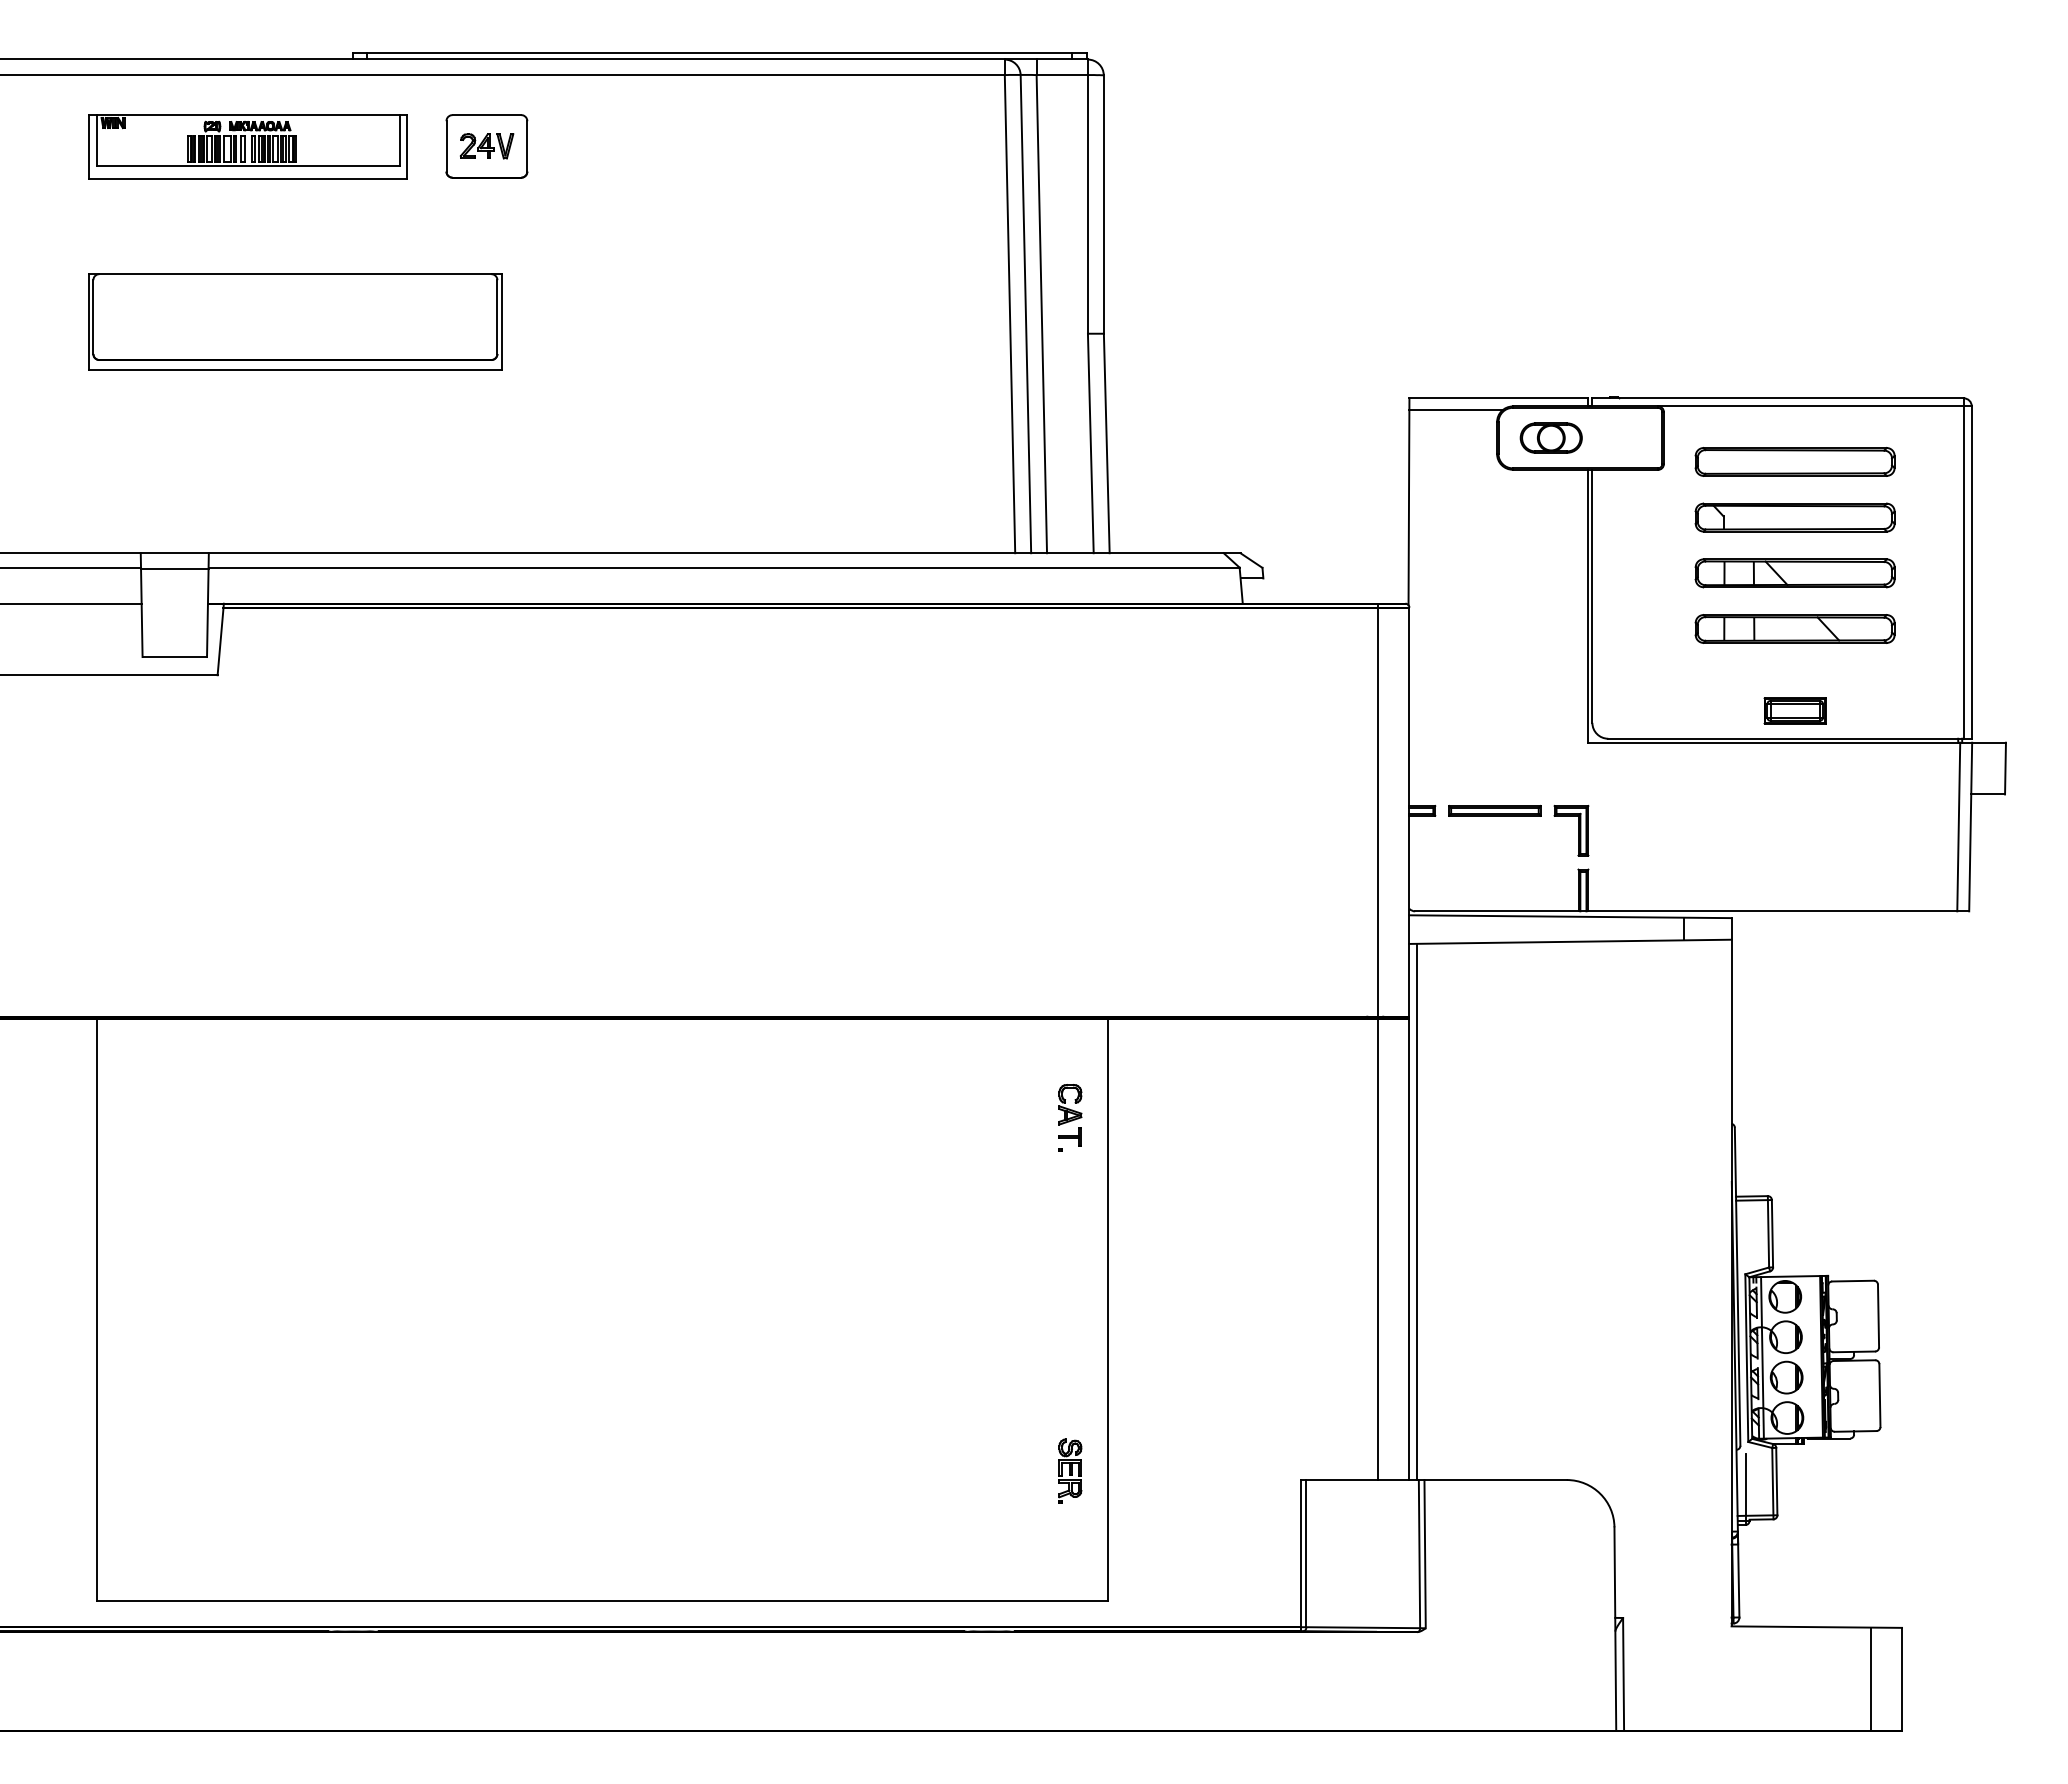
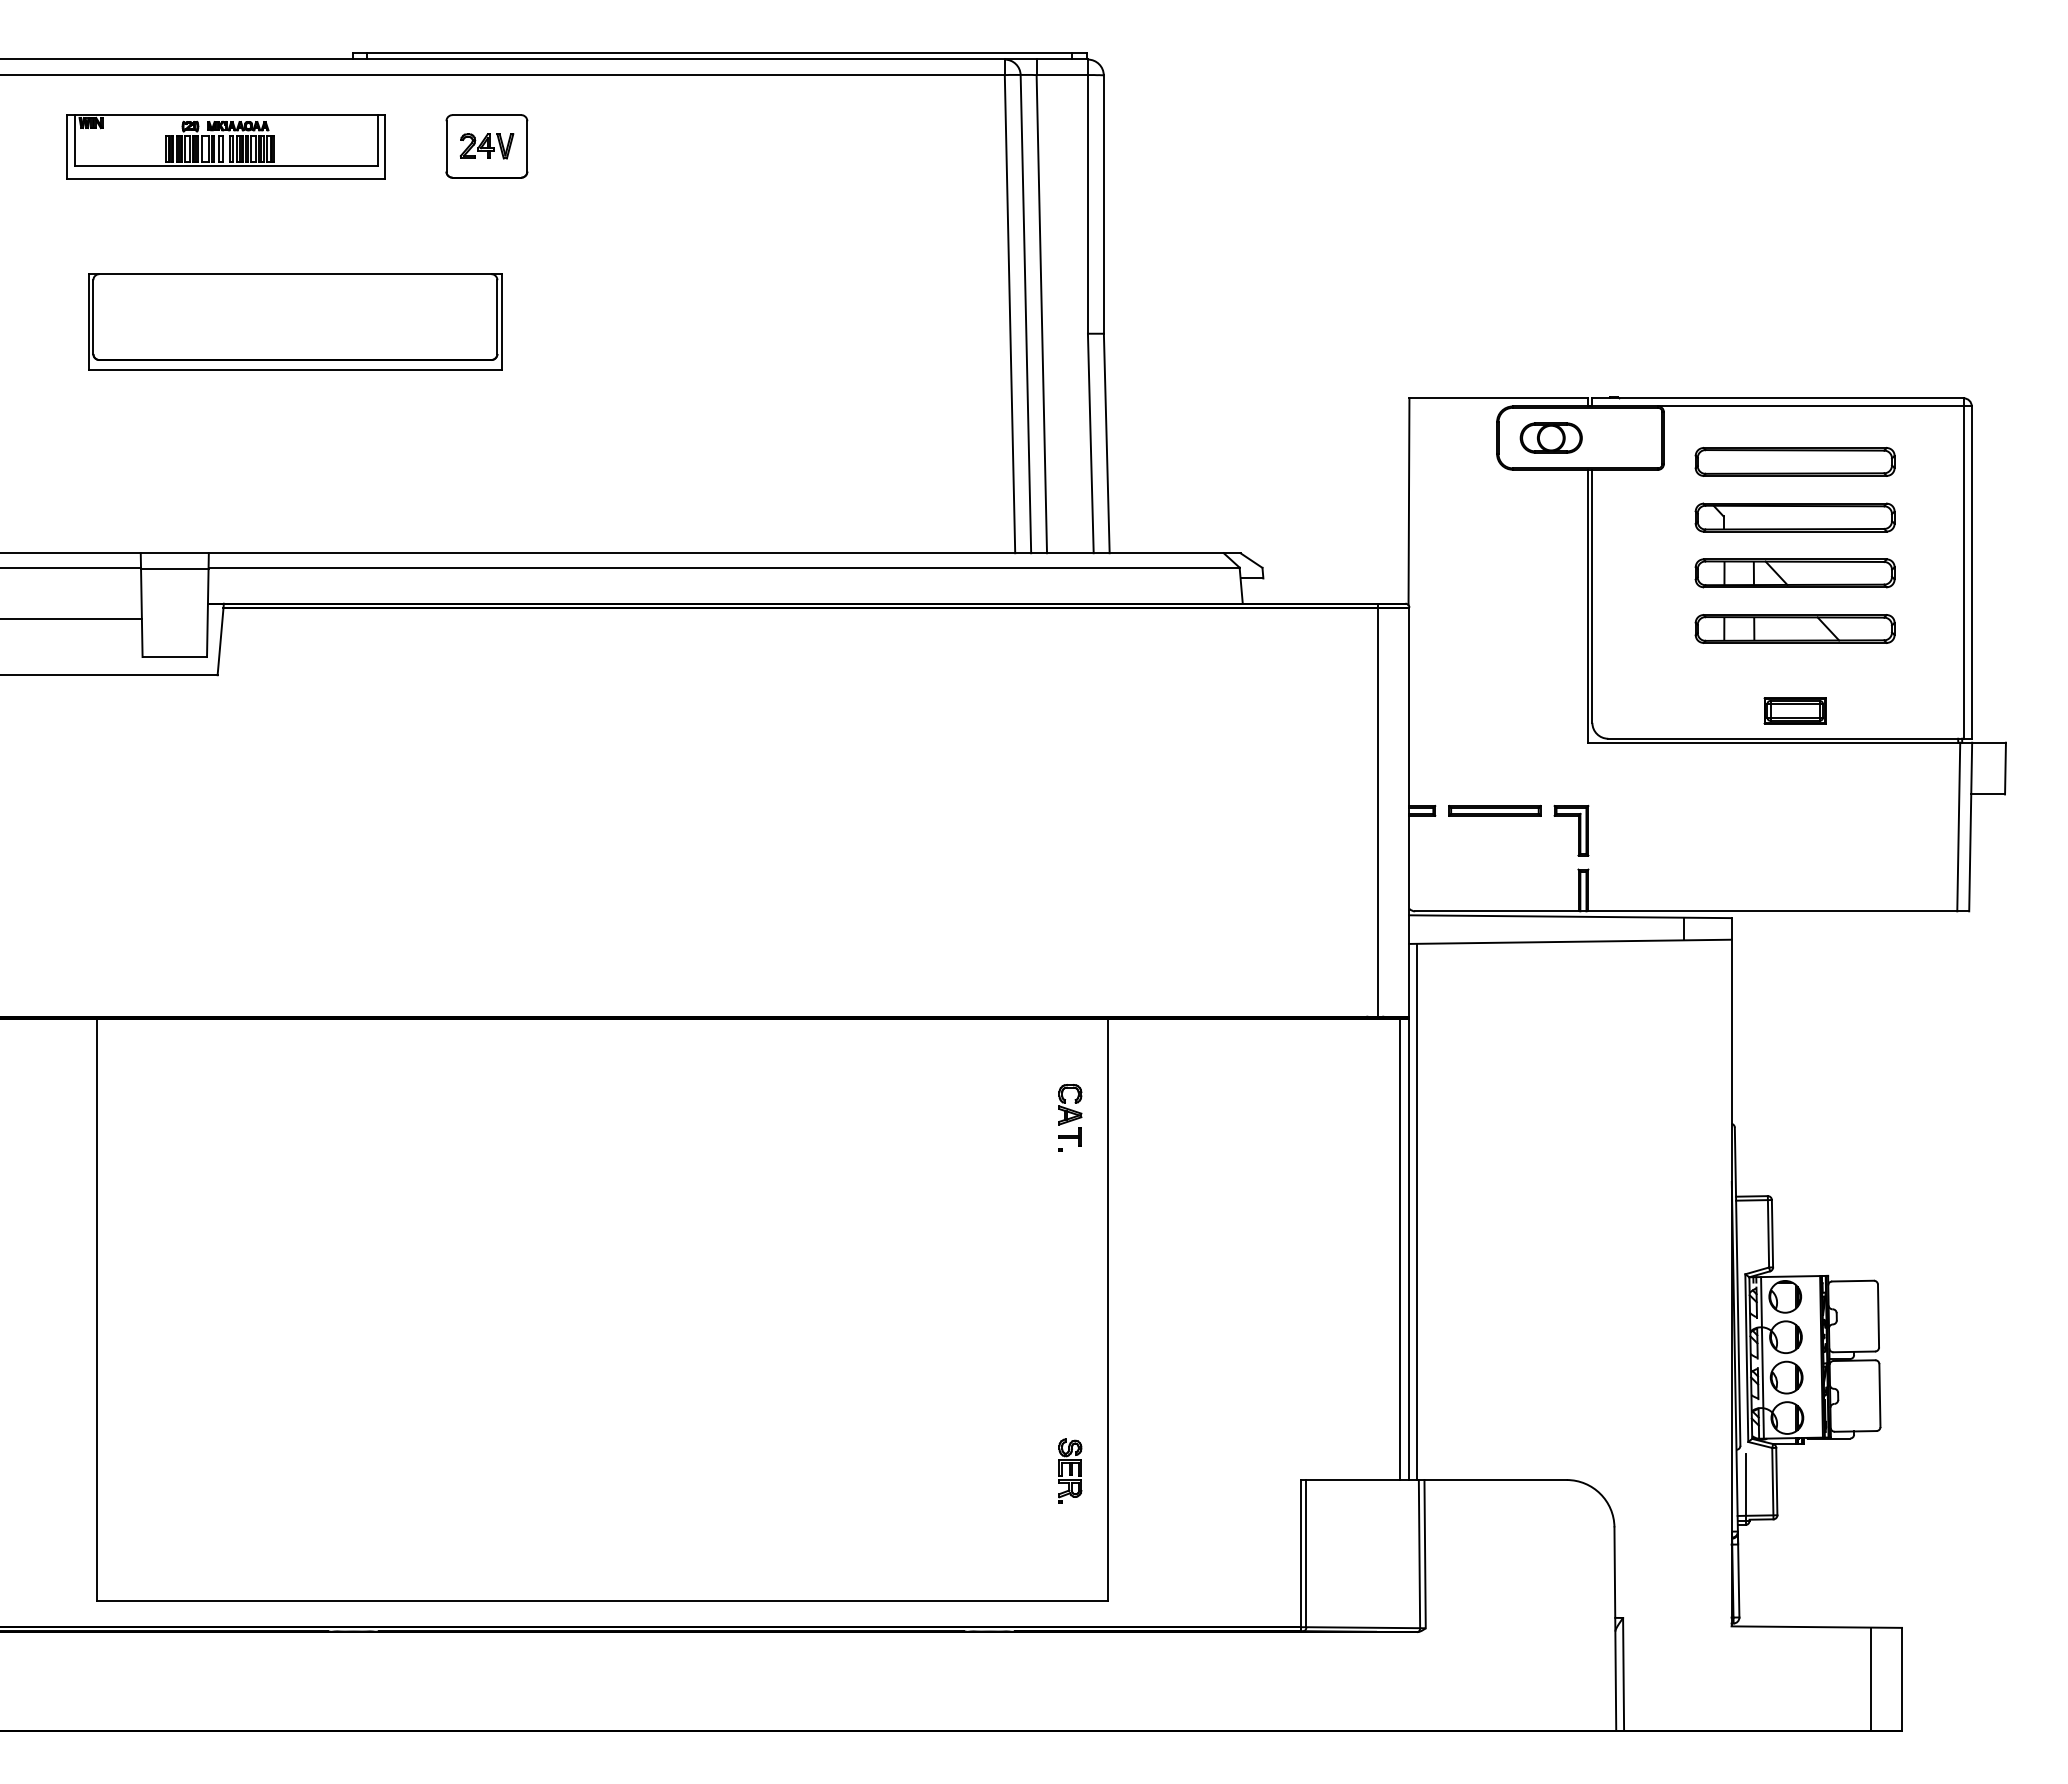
part at (247, 146) position: (247, 146) -> (225, 146)
line at (1455, 410): present -> none
line at (71, 603) position: (71, 603) -> (71, 618)
line at (1377, 1249) position: (1377, 1249) -> (1399, 1249)
